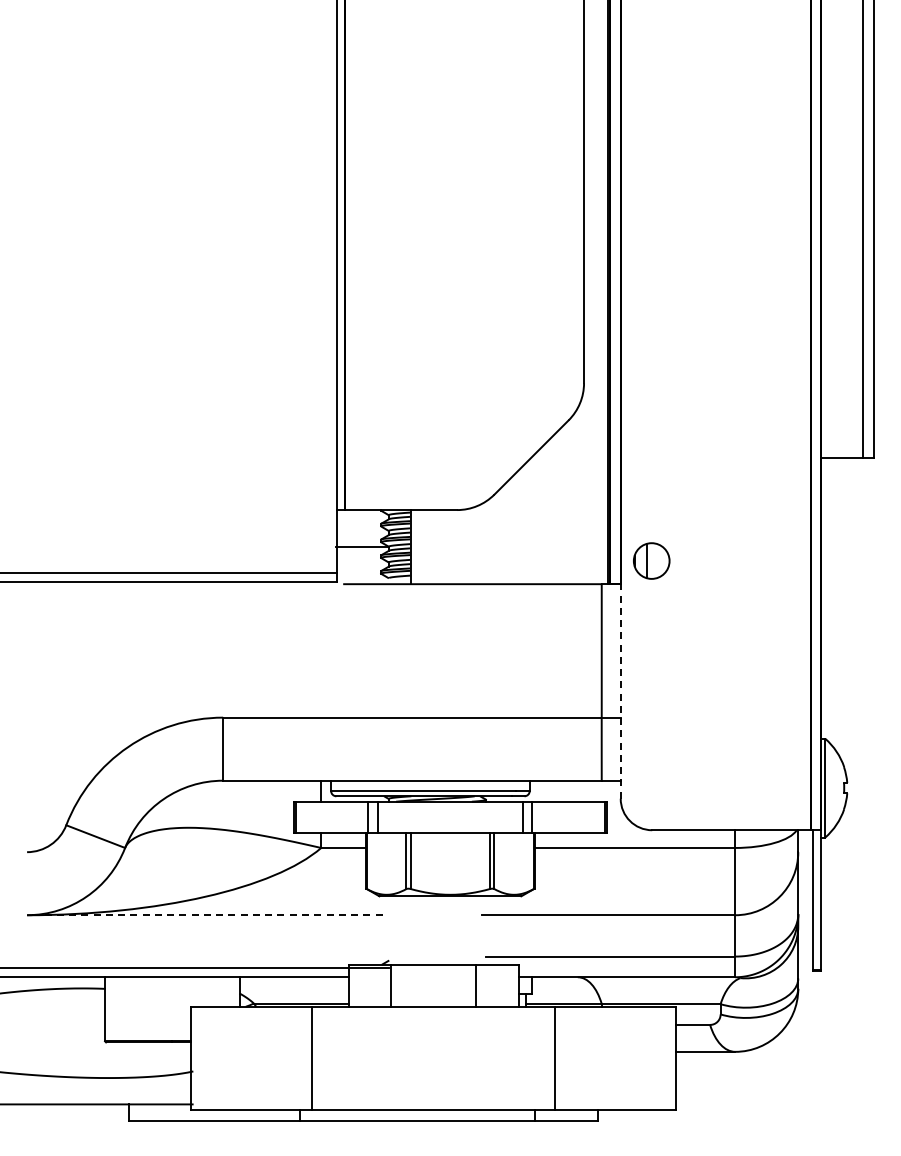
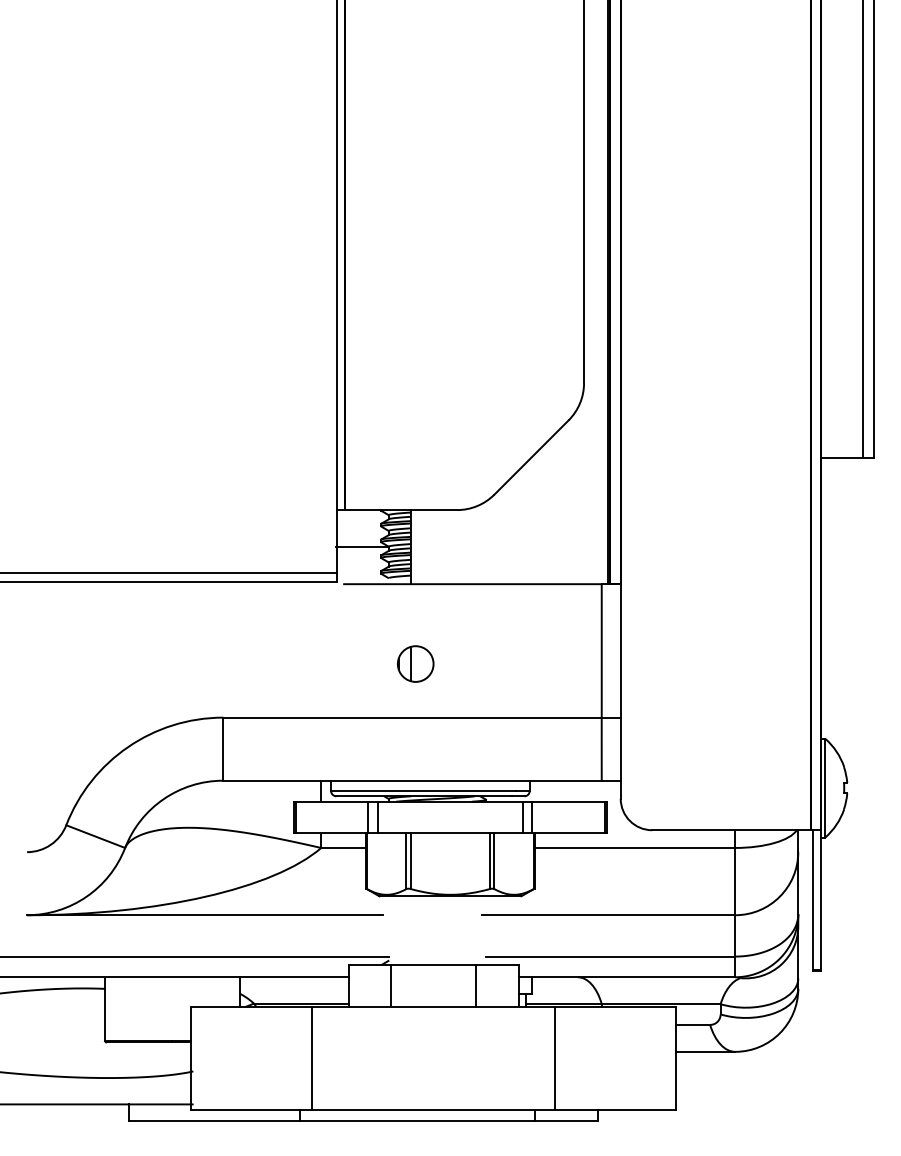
part at (651, 560) position: (651, 560) -> (415, 663)
line at (620, 690): dashed -> solid
line at (204, 915): dashed -> solid
line at (195, 967) position: (195, 967) -> (195, 956)
